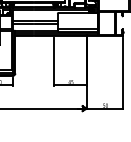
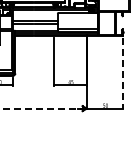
line at (123, 73): solid -> dashed
line at (41, 108): solid -> dashed
